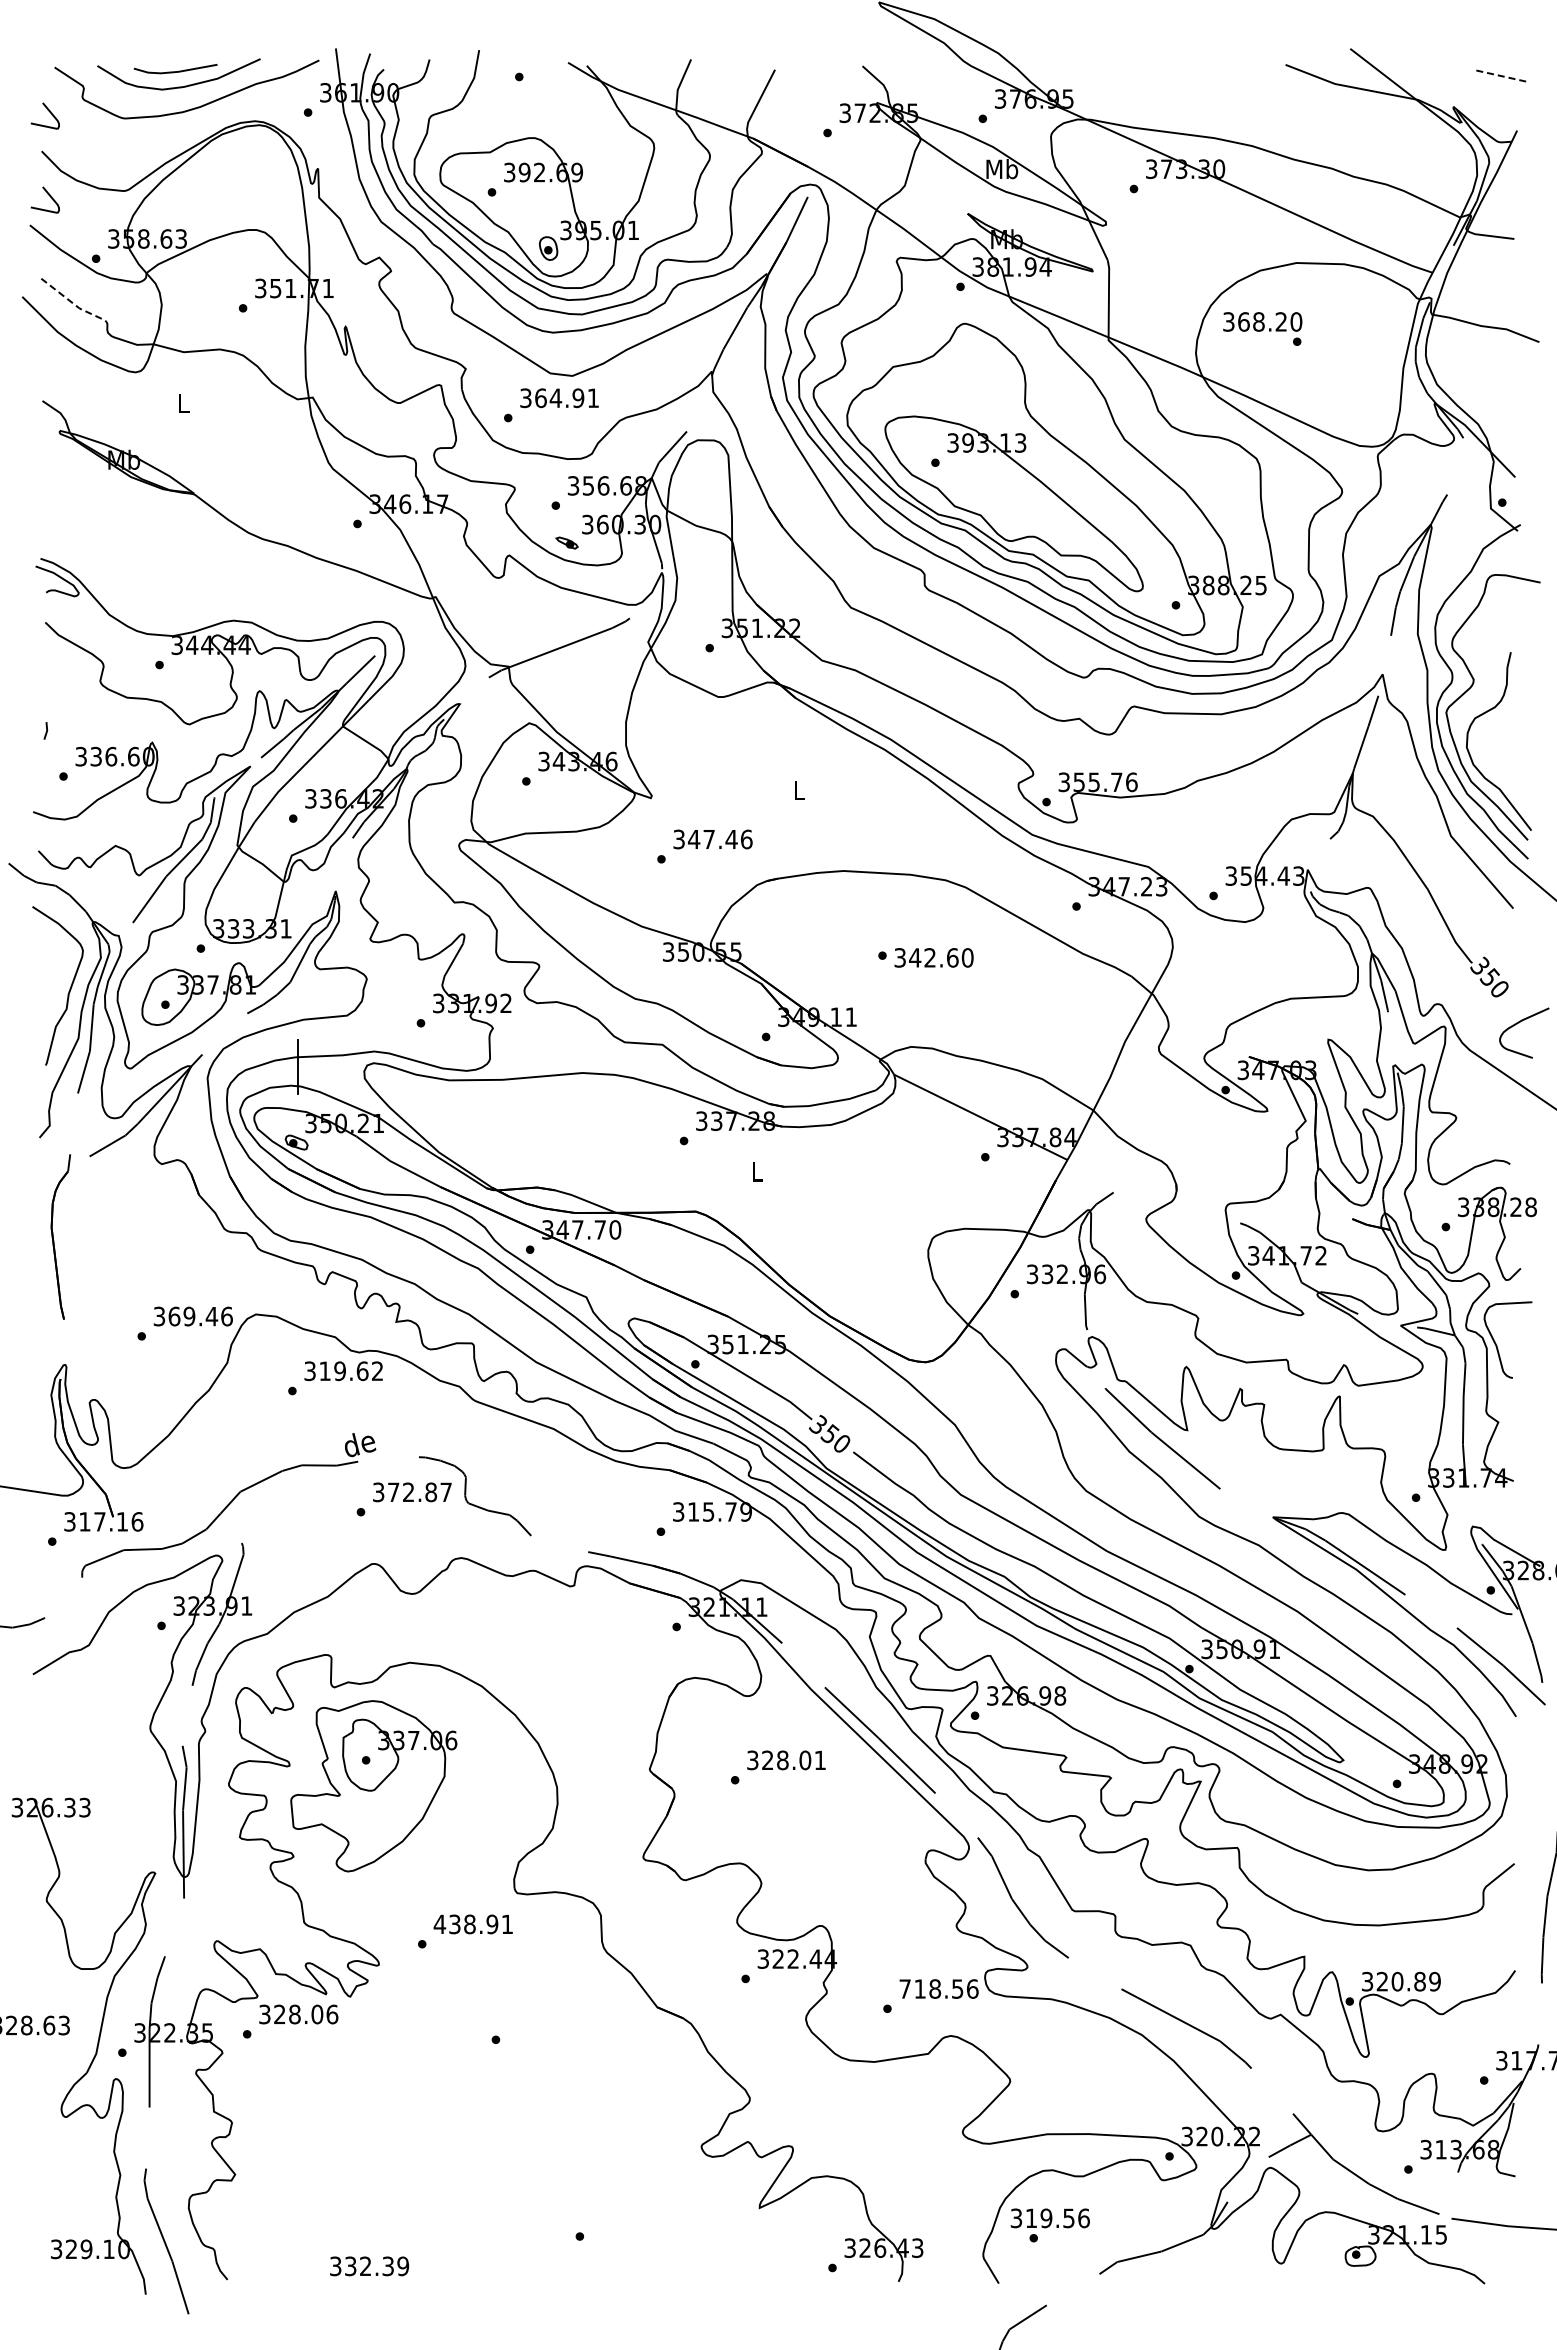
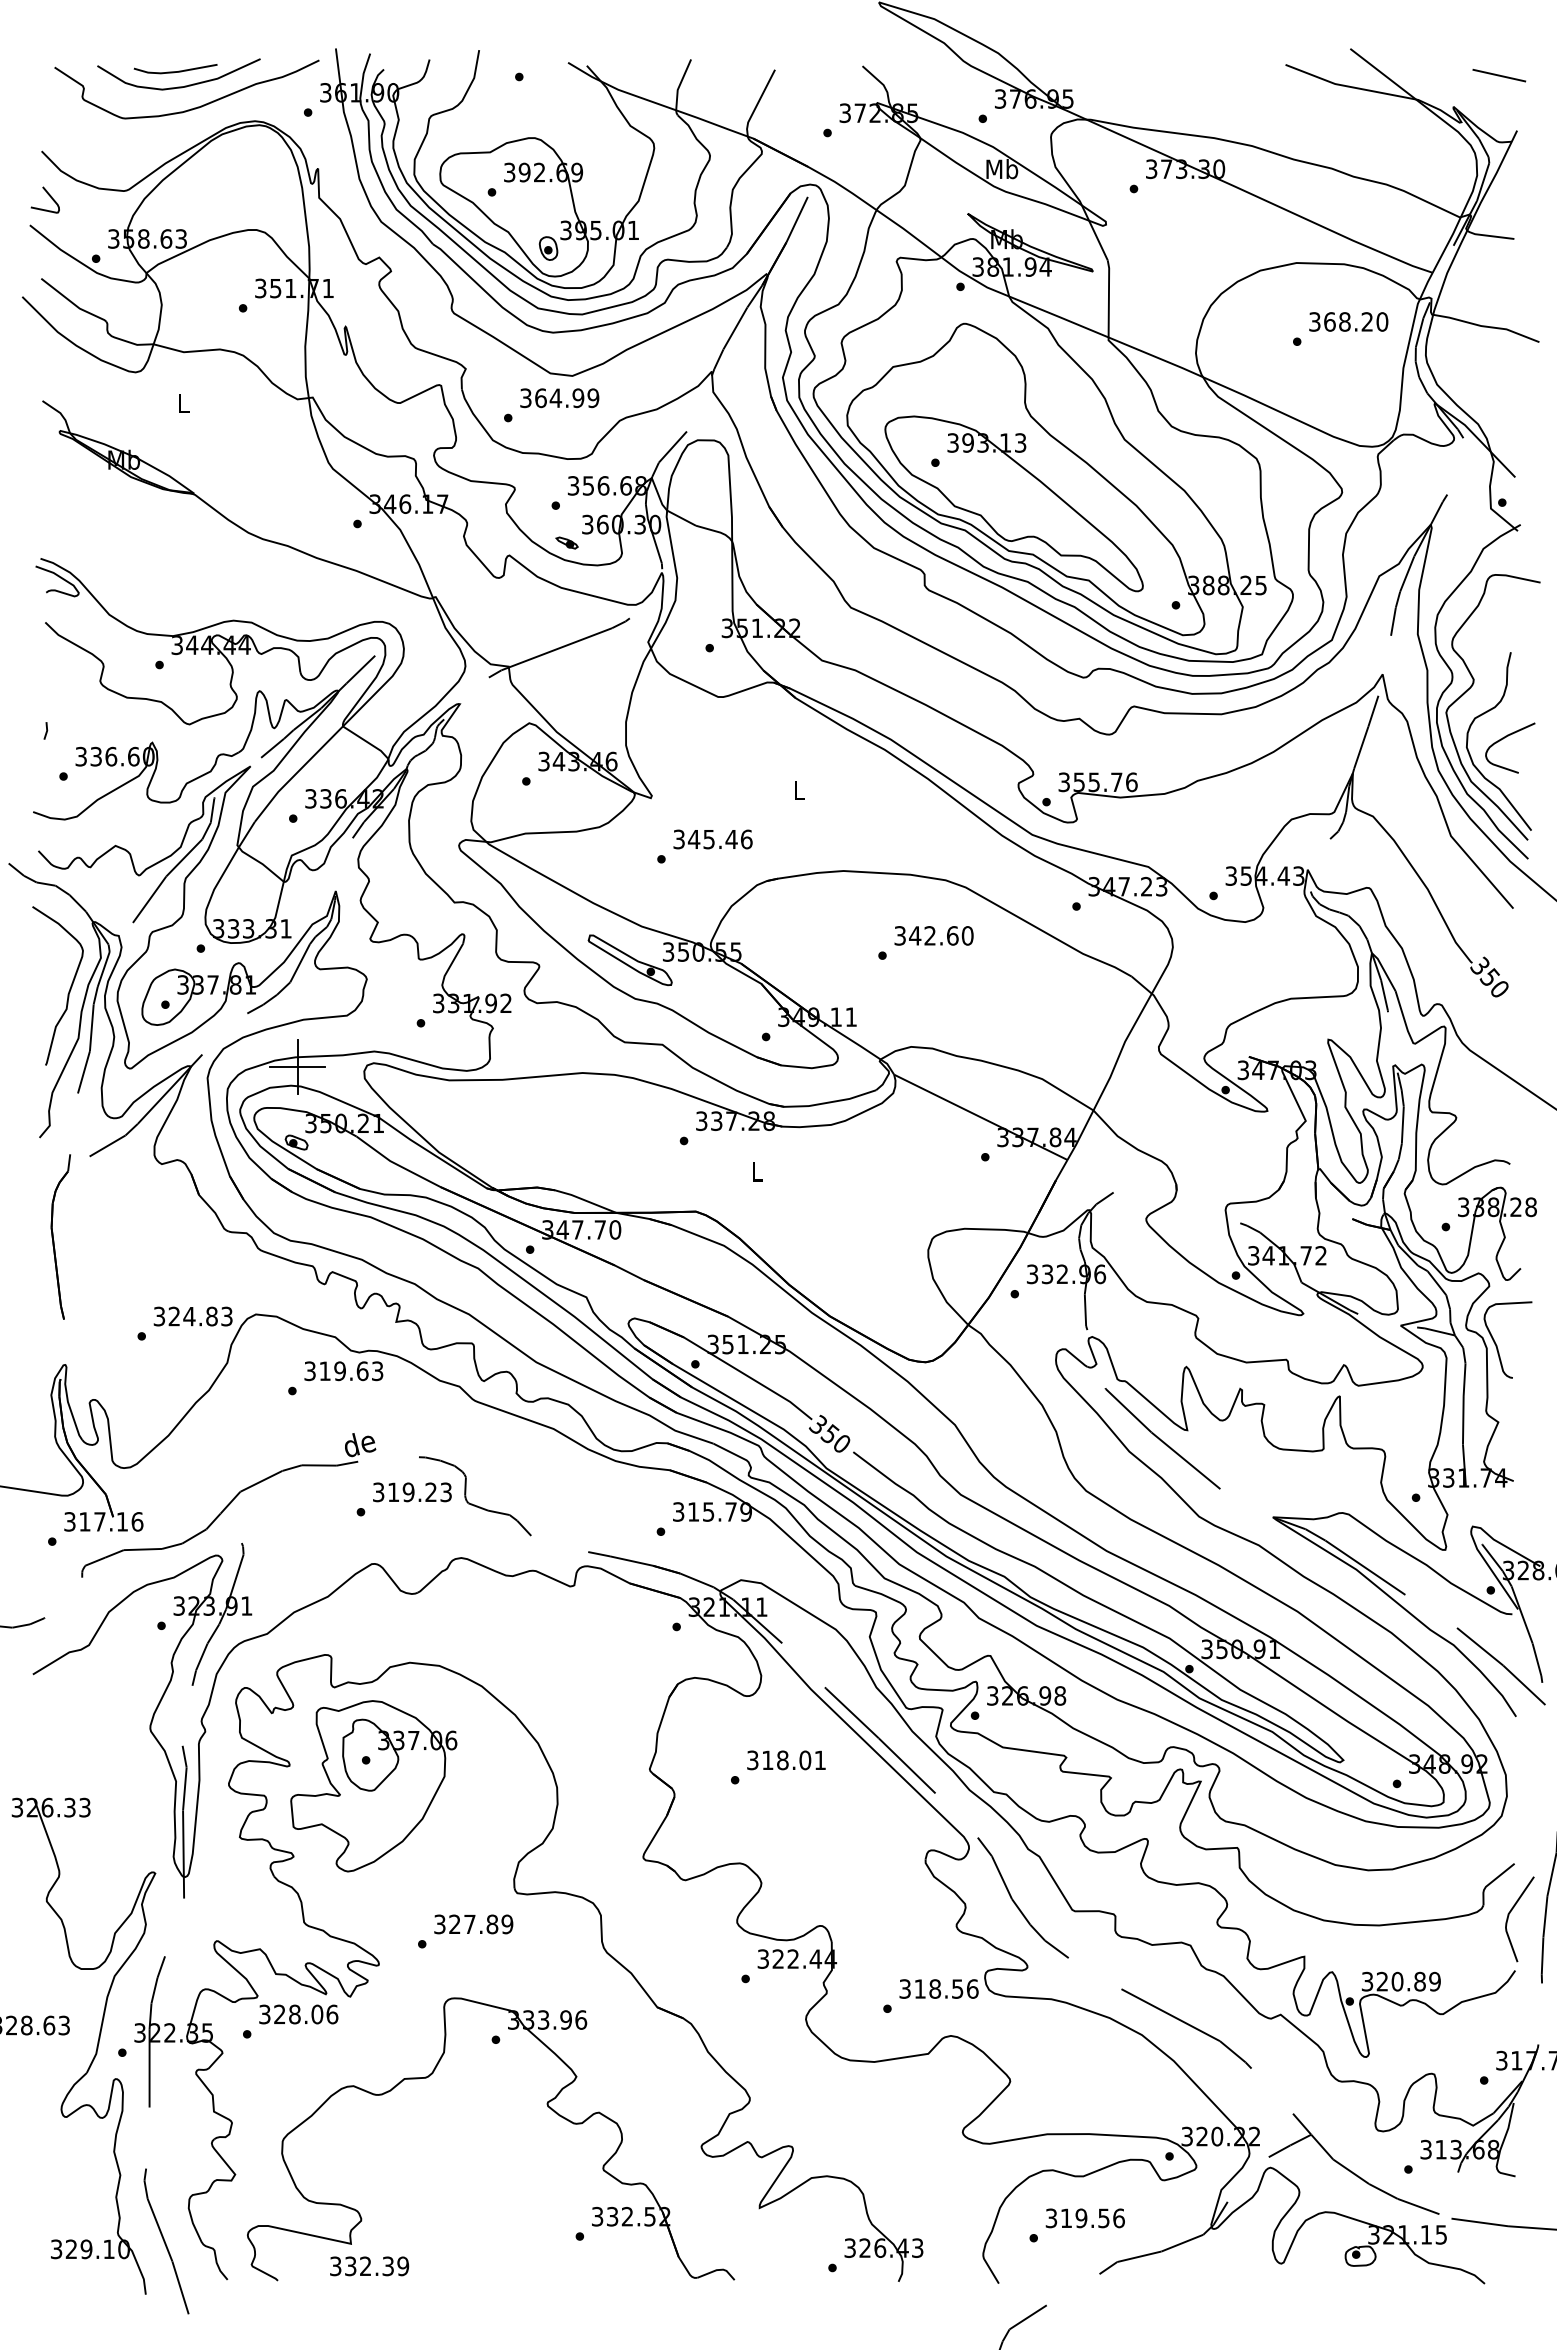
line at (1498, 75): dashed -> solid
curve at (48, 111): present -> none
line at (73, 303): dashed -> solid
text at (1262, 321) position: (1262, 321) -> (1348, 321)
text at (593, 398): 364.91 -> 364.99
text at (708, 839): 347.46 -> 345.46
text at (933, 957) position: (933, 957) -> (933, 935)
part at (629, 960): none -> present
curve at (1519, 1023) position: (1519, 1023) -> (1505, 738)
line at (297, 1067): none -> present
text at (200, 1316): 369.46 -> 324.83
text at (377, 1371): 319.62 -> 319.63
text at (419, 1492): 372.87 -> 319.23
text at (767, 1759): 328.01 -> 318.01
curve at (1509, 1915): none -> present
text at (473, 1924): 438.91 -> 327.89
text at (904, 1988): 718.56 -> 318.56
part at (547, 2106): none -> present
text at (1049, 2218) position: (1049, 2218) -> (1084, 2218)
